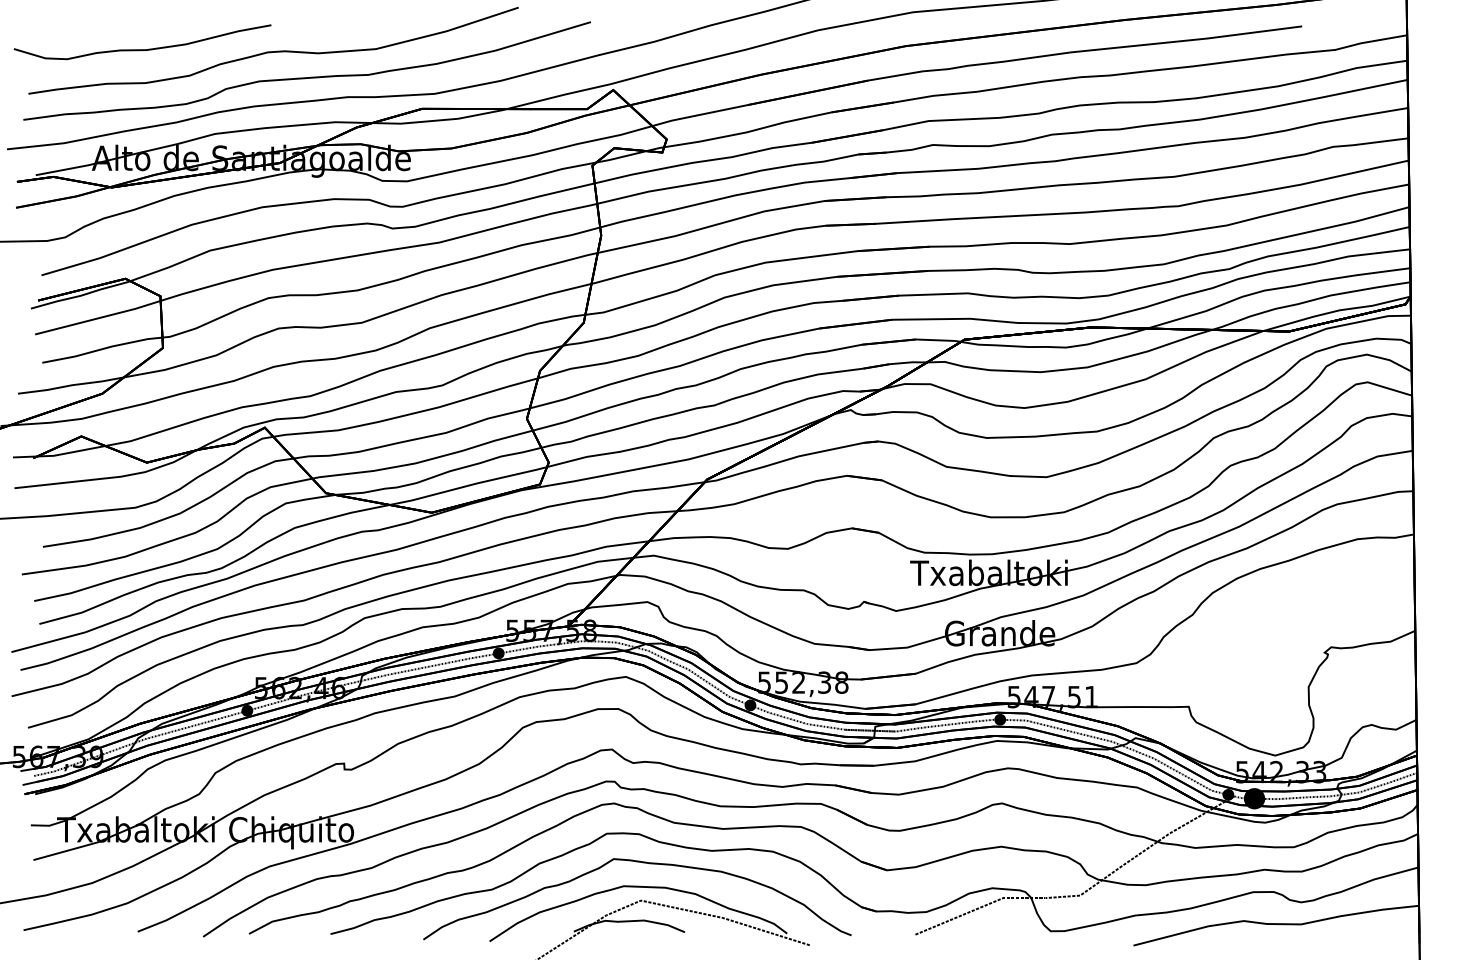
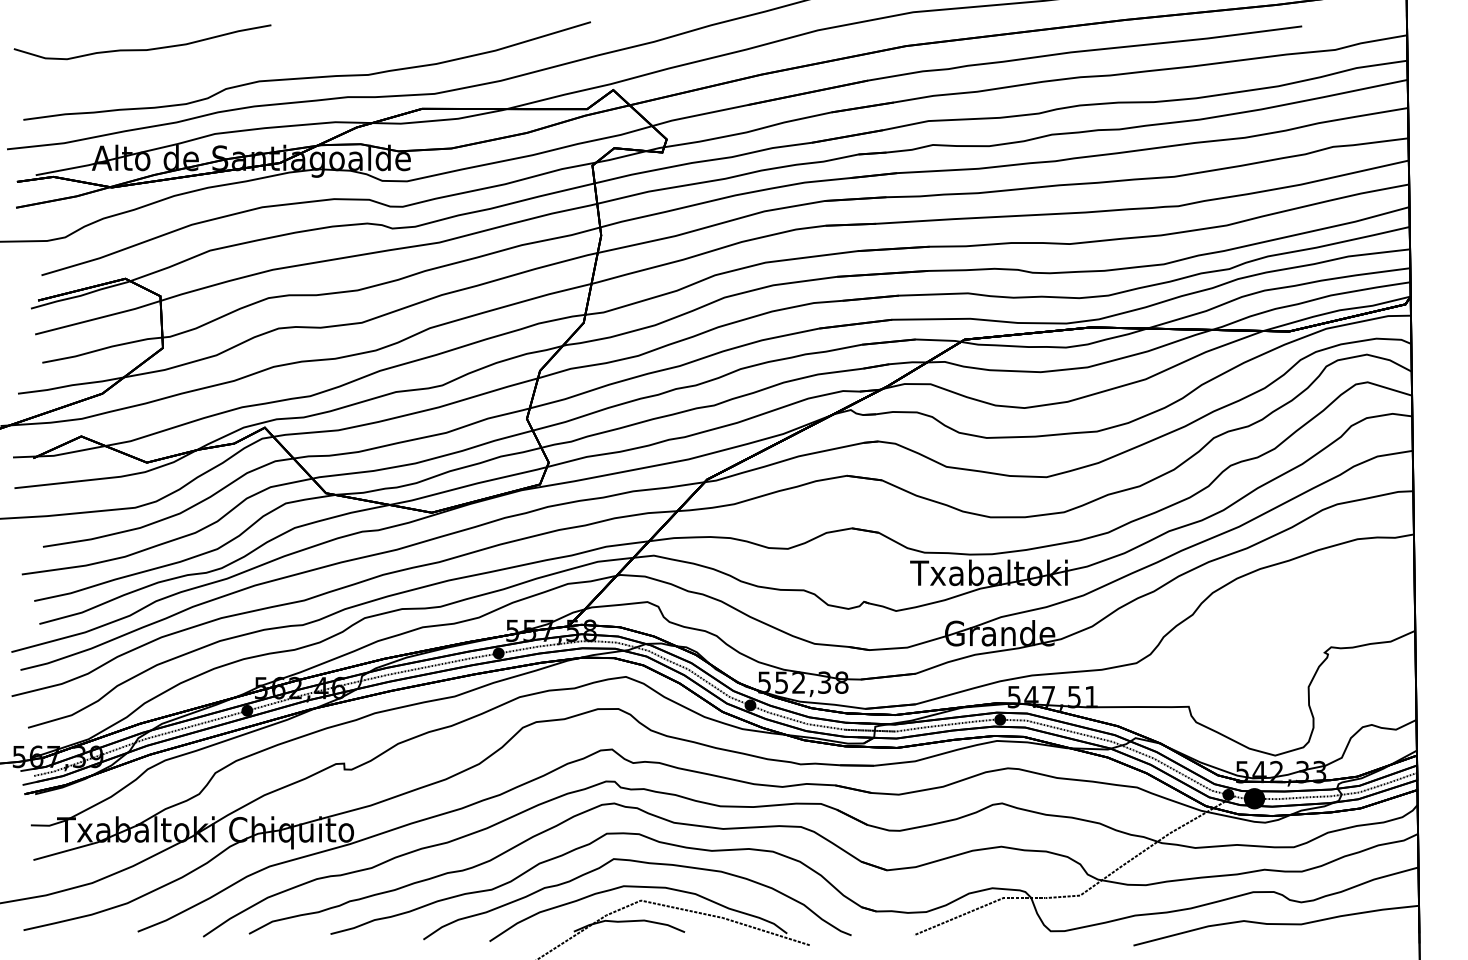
curve at (273, 51): present -> none
